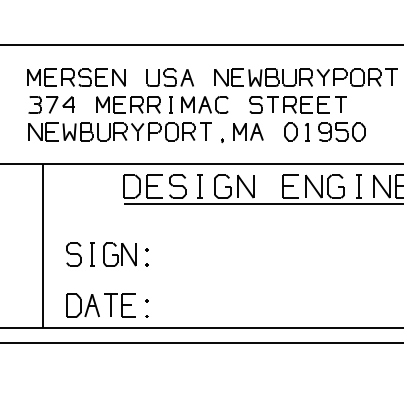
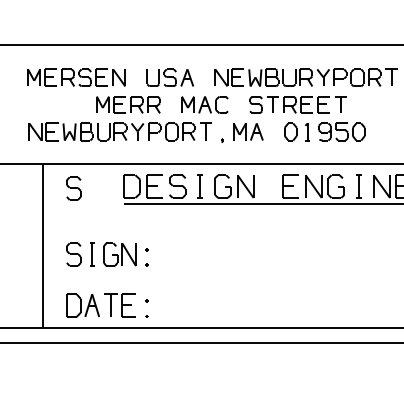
part at (51, 104): present -> none
line at (170, 104): present -> none
part at (73, 188): none -> present
